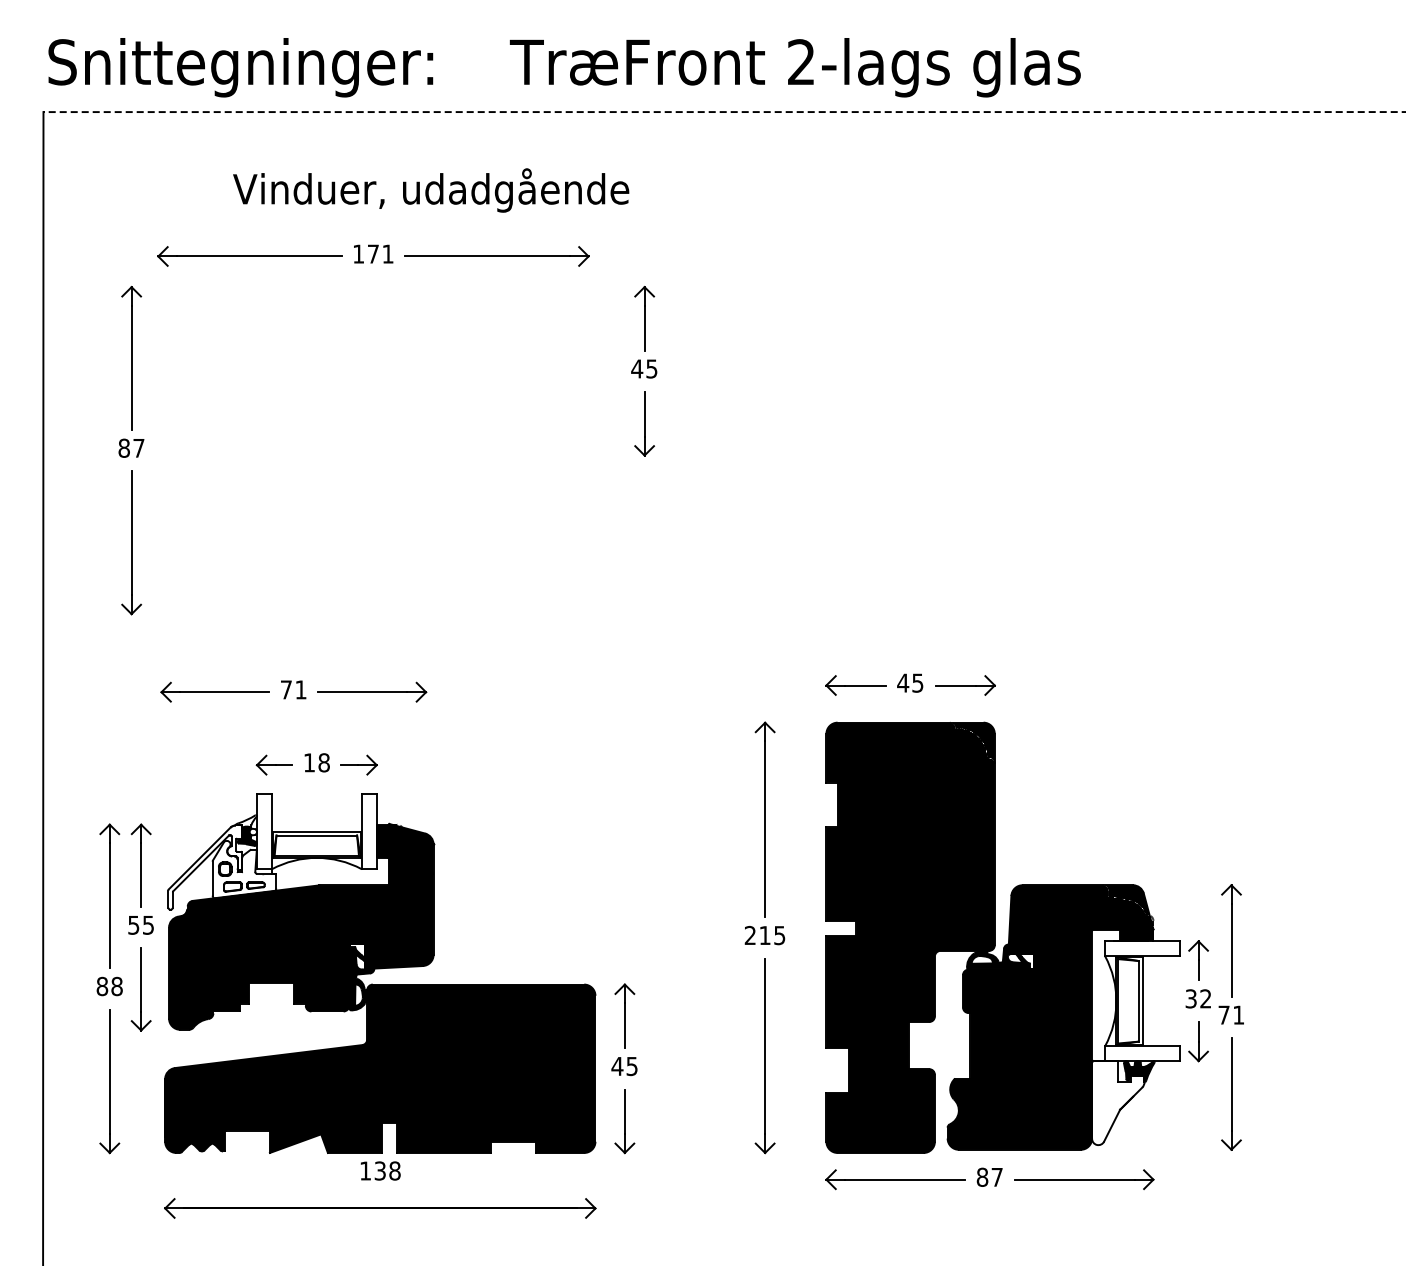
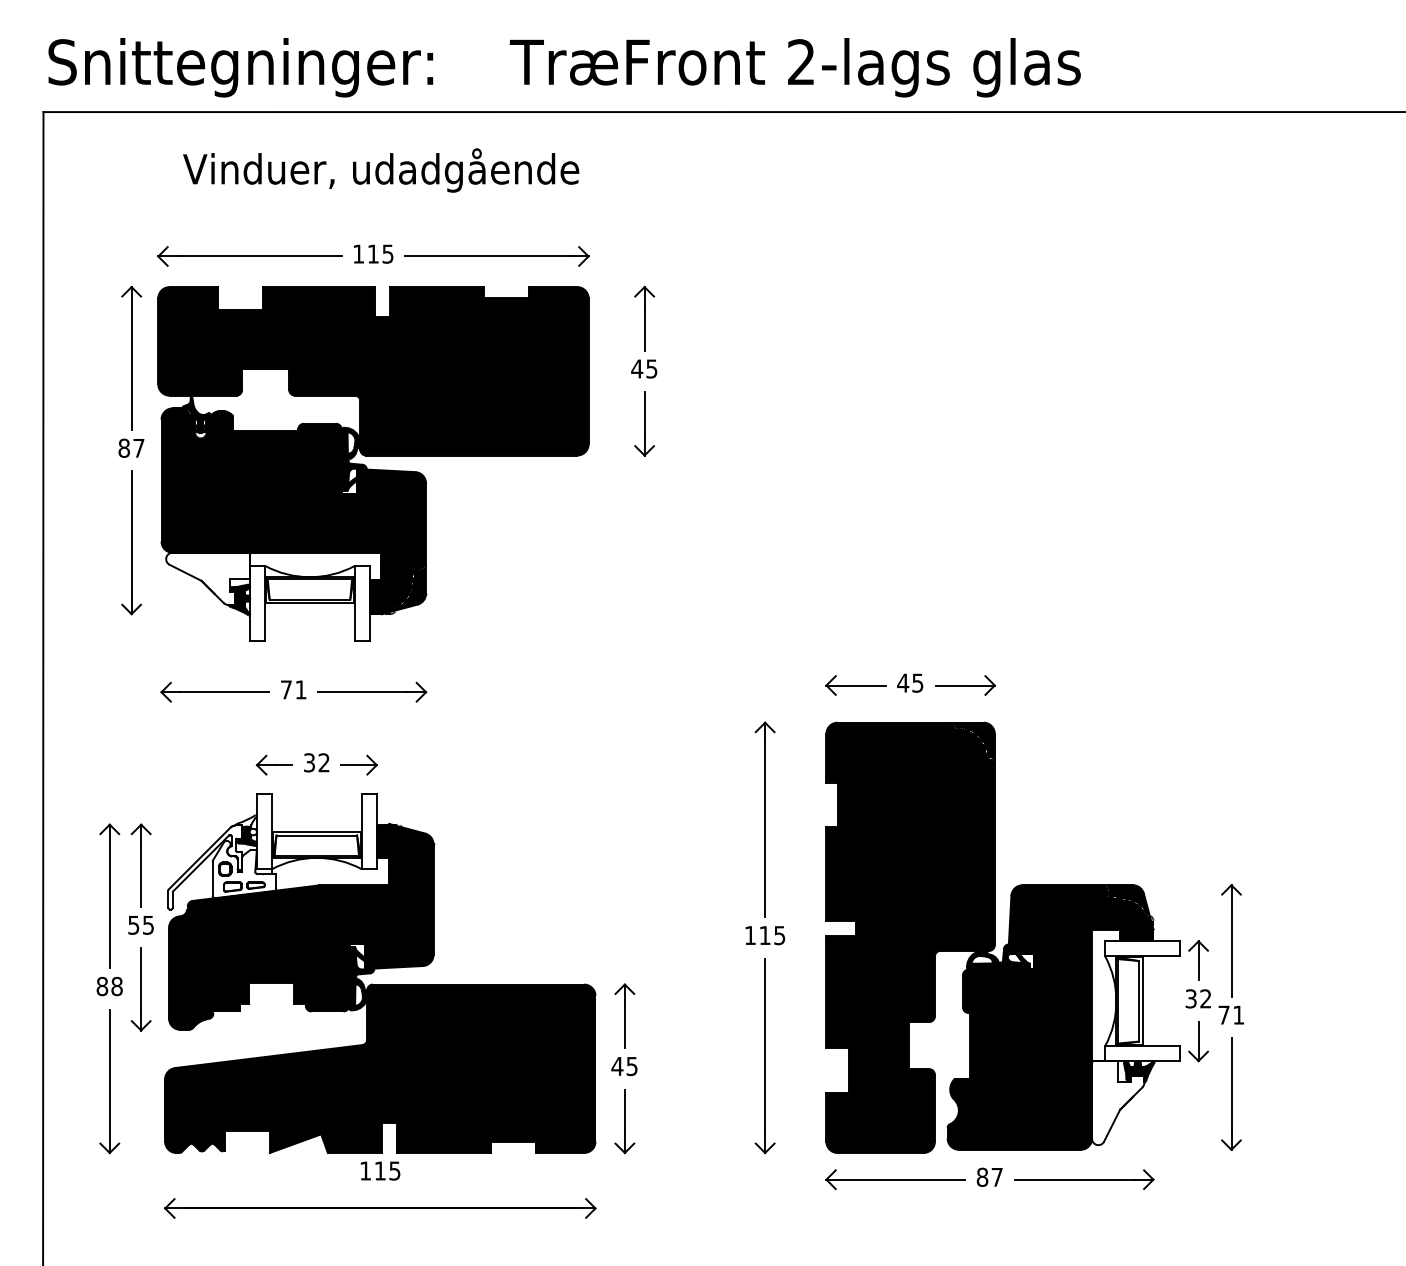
line at (724, 112): dashed -> solid
text at (431, 190) position: (431, 190) -> (381, 170)
text at (380, 253): 171 -> 115
part at (373, 463): none -> present
text at (316, 762): 18 -> 32
text at (749, 934): 215 -> 115
text at (387, 1170): 138 -> 115
